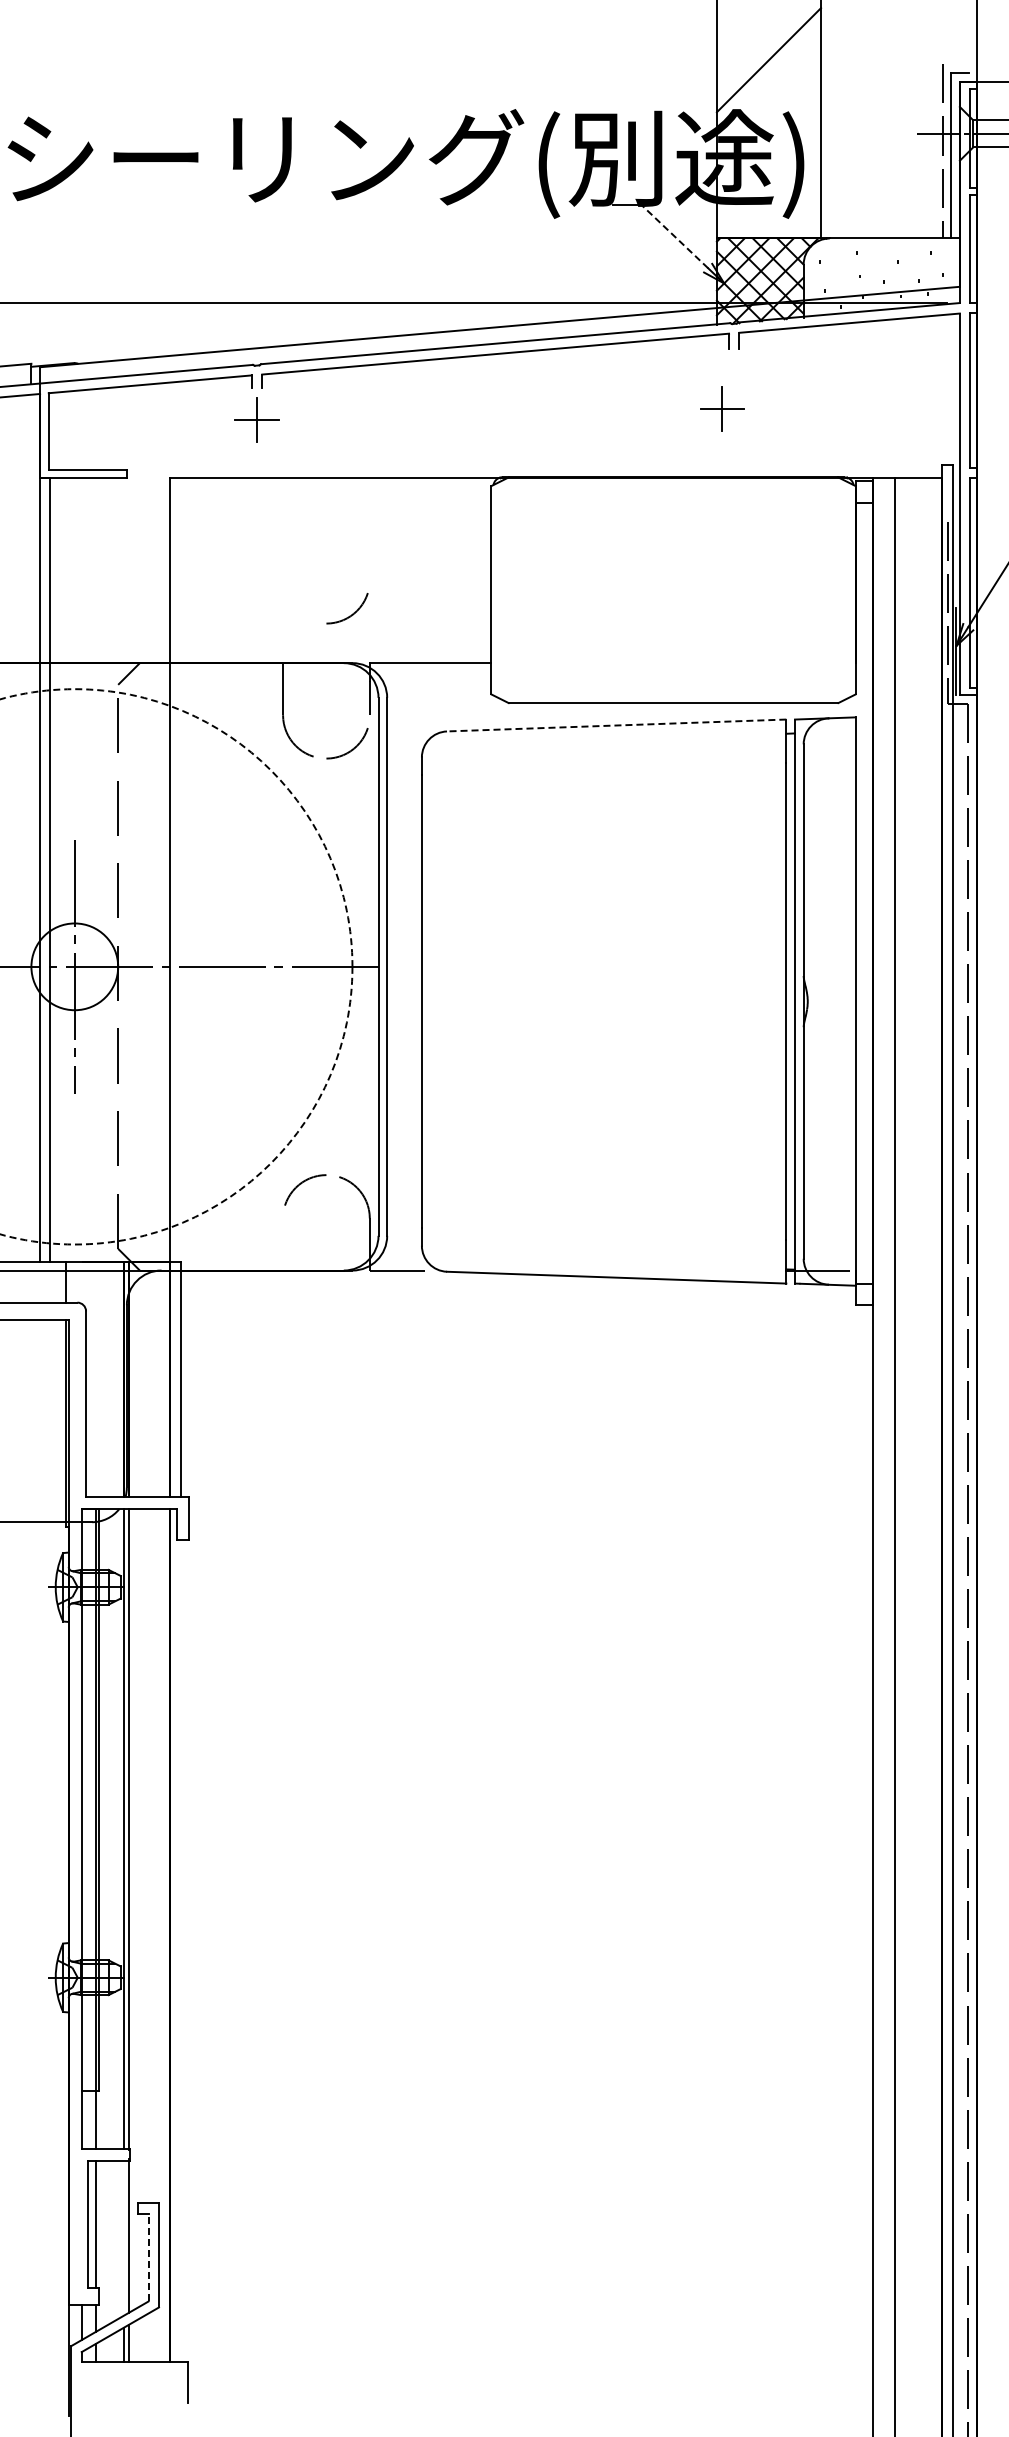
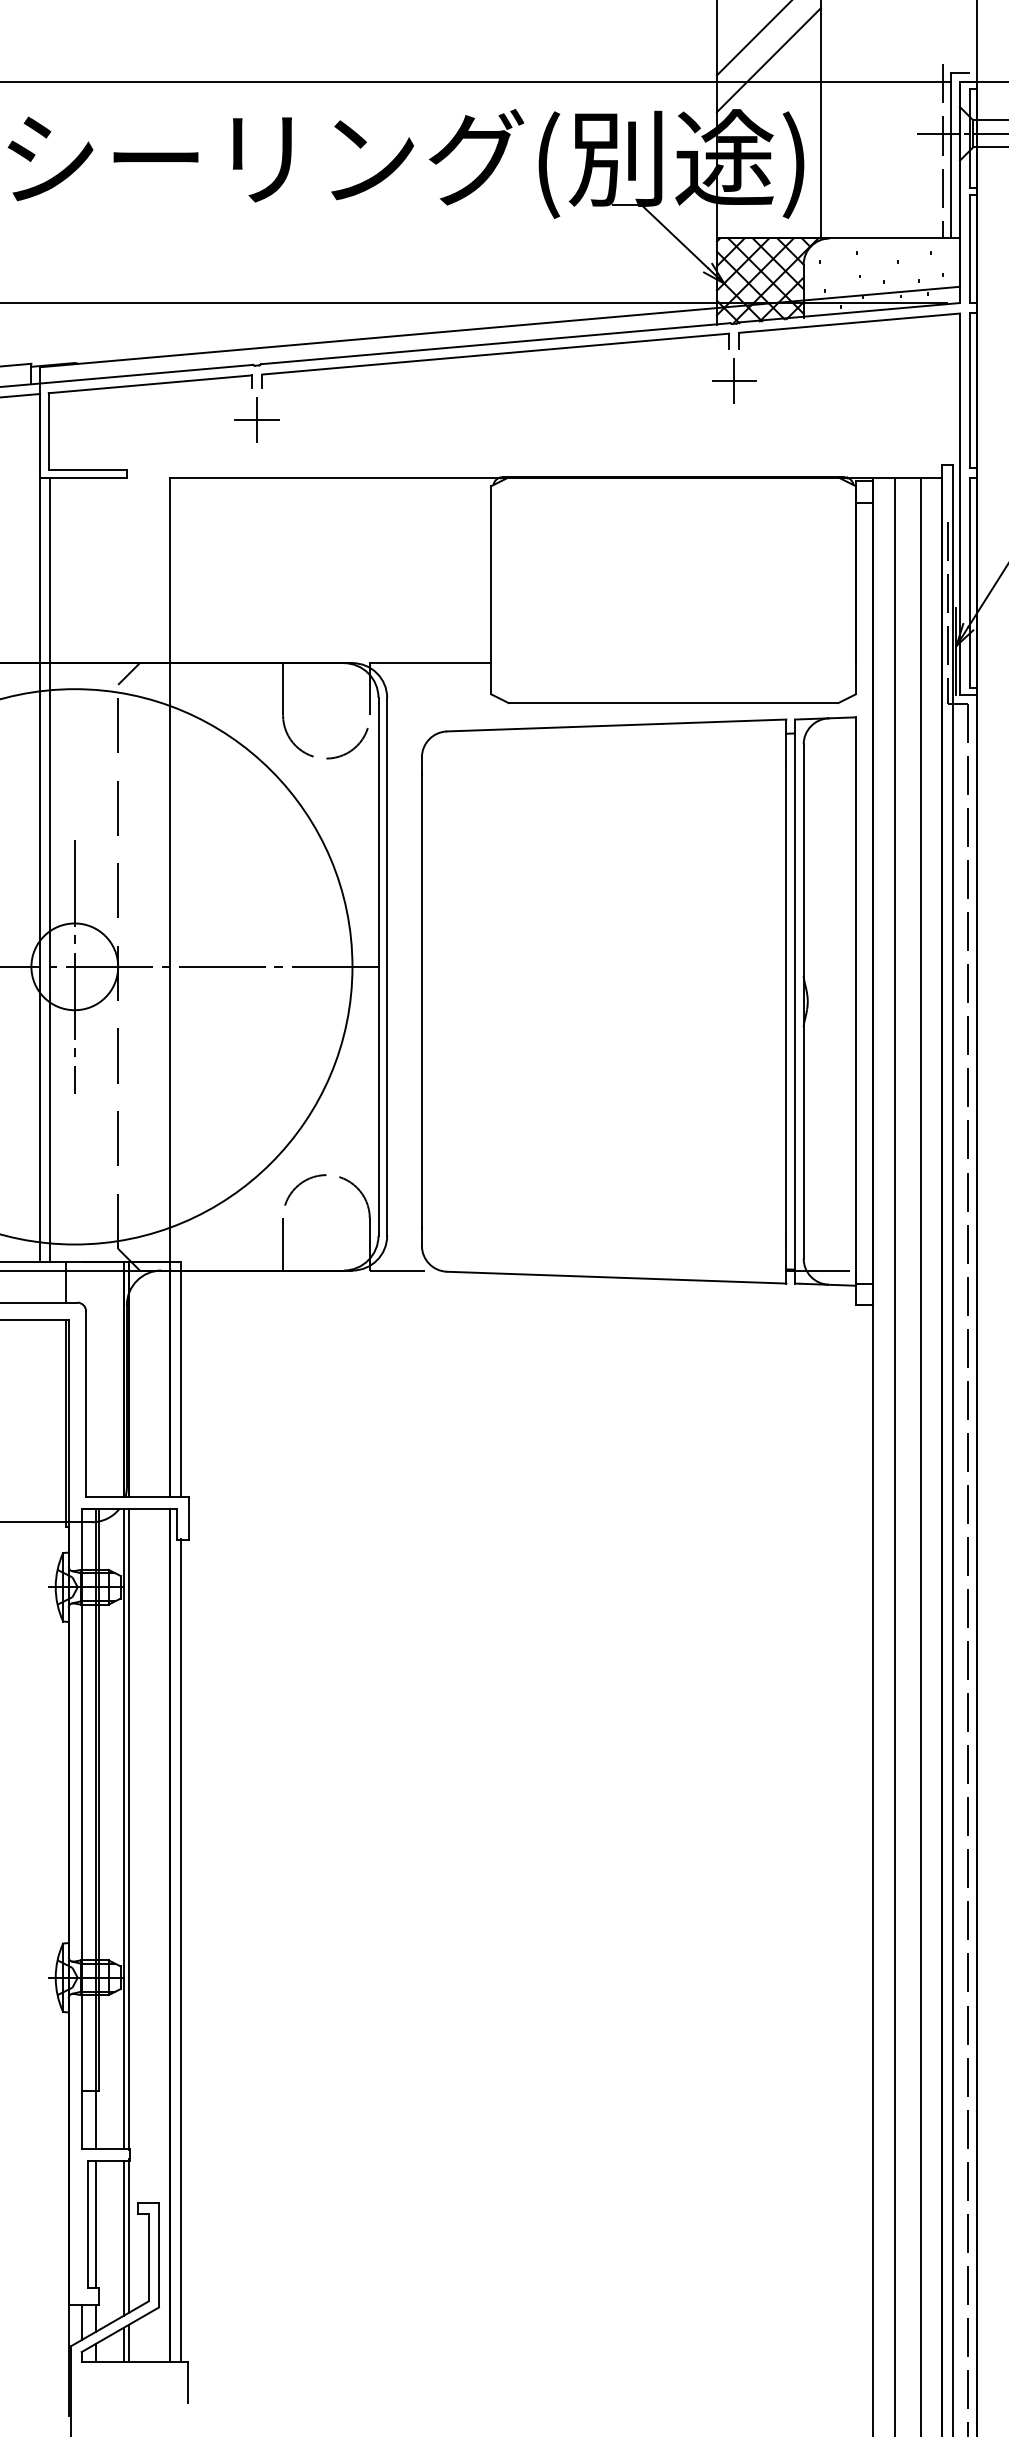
line at (752, 38): none -> present
line at (476, 81): none -> present
line at (674, 236): dashed -> solid
part at (722, 408) position: (722, 408) -> (734, 380)
arc at (352, 613): present -> none
line at (616, 725): dashed -> solid
circle at (176, 966): dashed -> solid
line at (283, 1244): none -> present
line at (920, 1455): none -> present
line at (180, 1950): none -> present
line at (124, 2237): none -> present
line at (148, 2257): dashed -> solid
